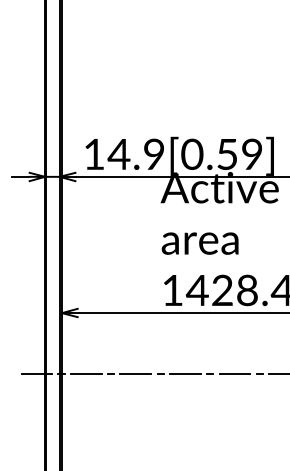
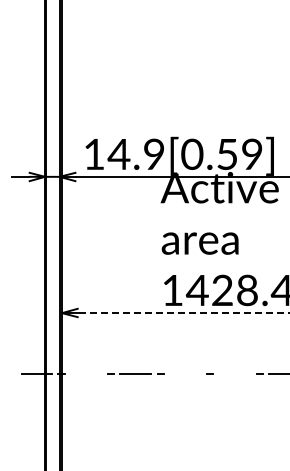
line at (184, 313): solid -> dashed
line at (85, 374): present -> none
line at (184, 374): present -> none
line at (234, 374): present -> none
